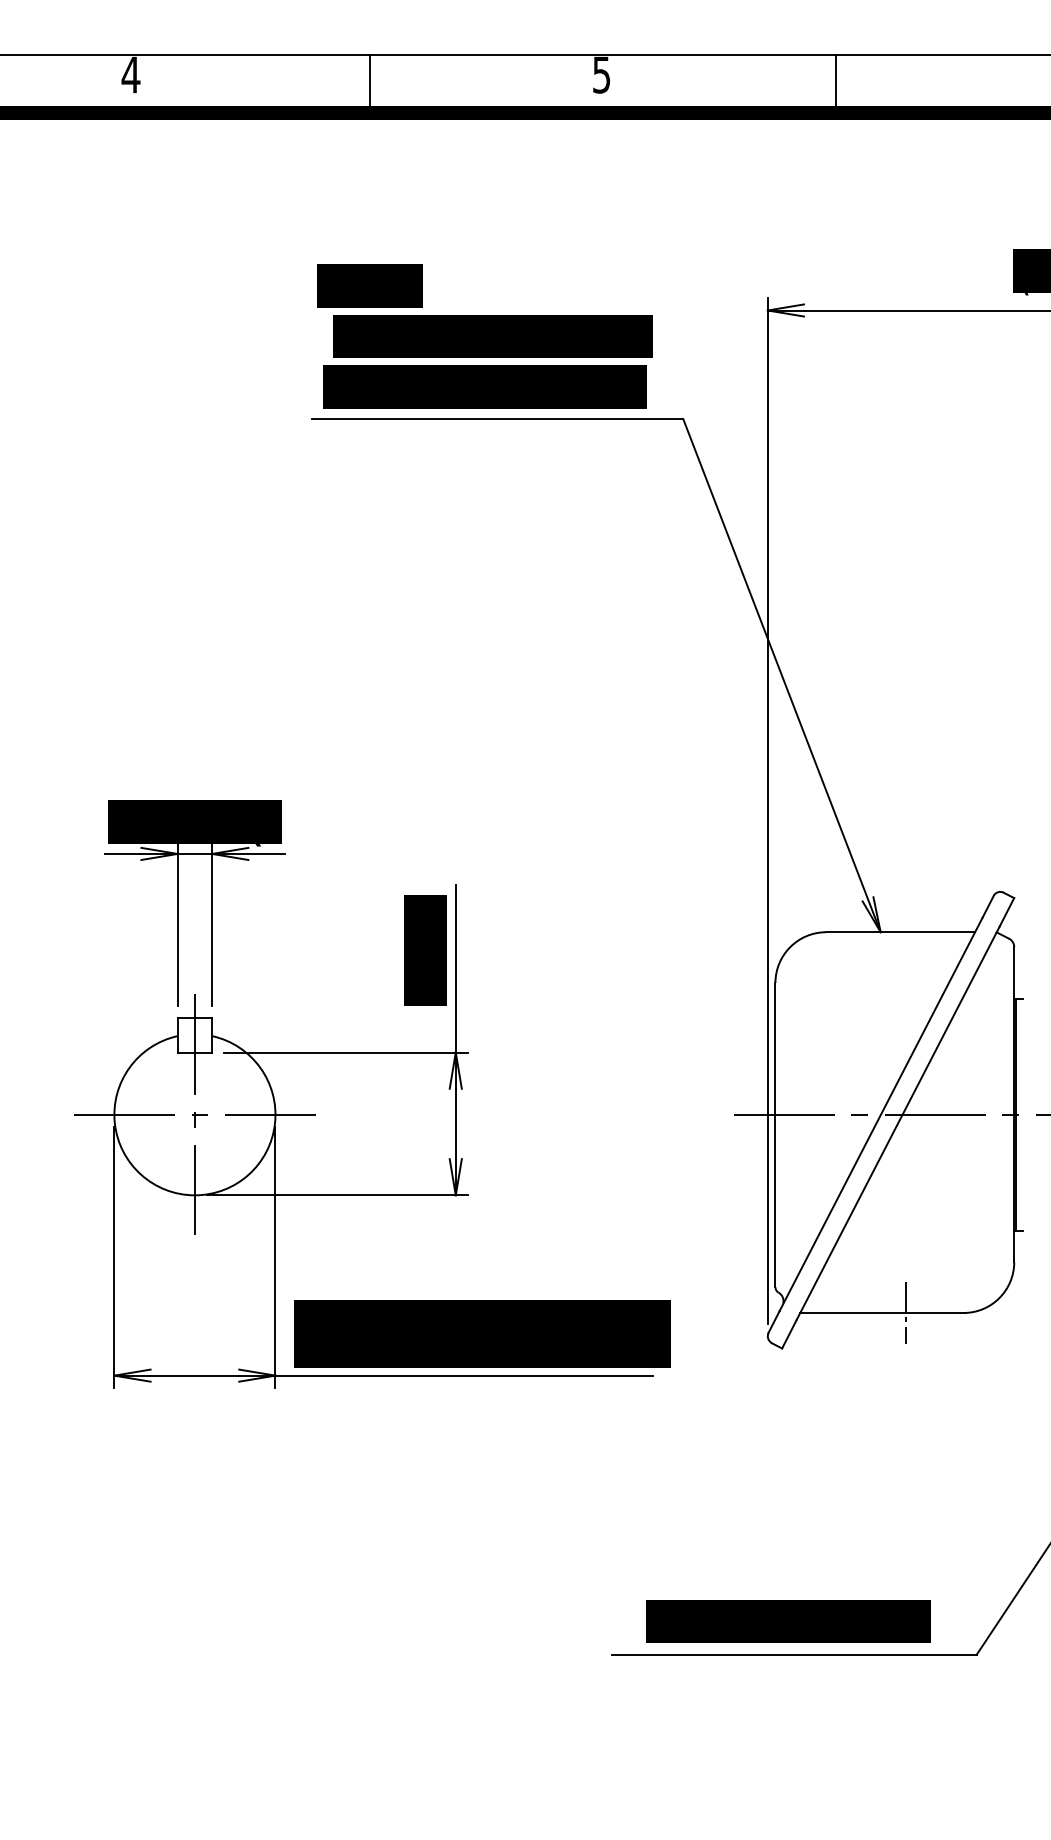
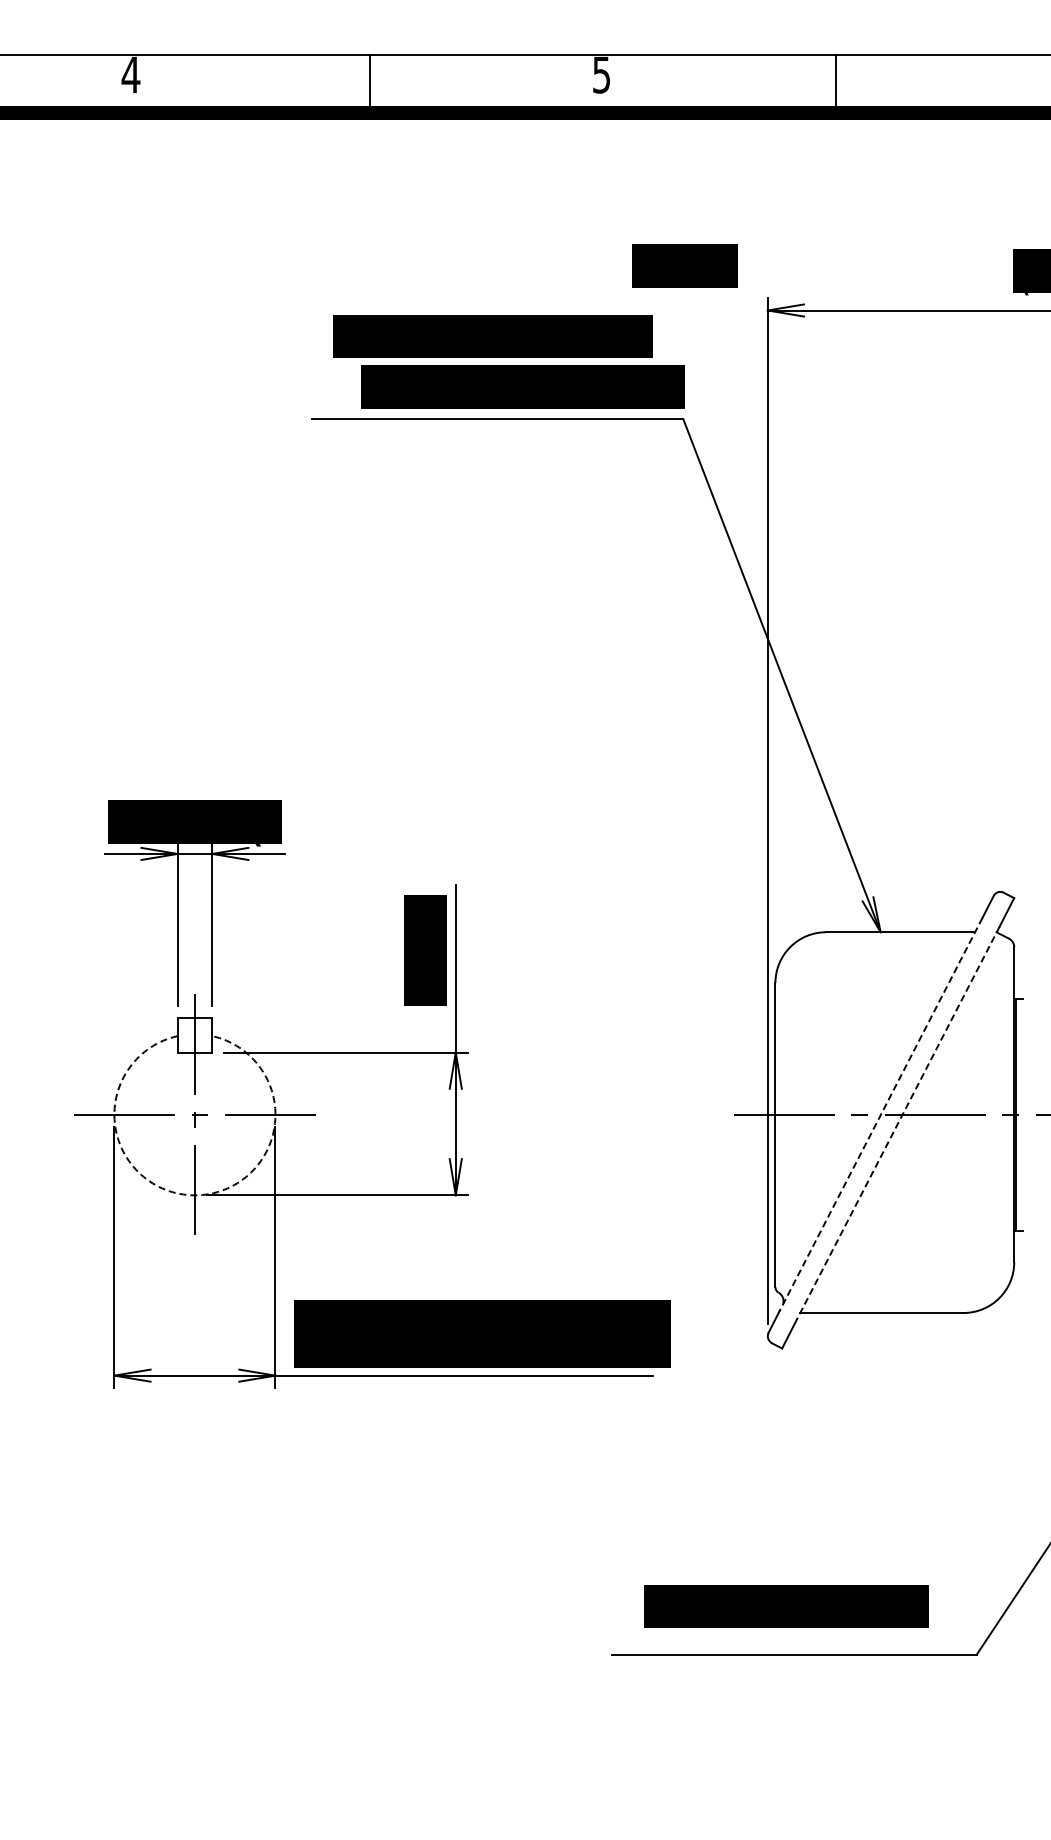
text at (369, 285) position: (369, 285) -> (684, 265)
text at (484, 386) position: (484, 386) -> (522, 386)
line at (880, 1114): solid -> dashed
line at (897, 1123): solid -> dashed
arc at (194, 1195): solid -> dashed
line at (905, 1312): present -> none
text at (788, 1621) position: (788, 1621) -> (786, 1606)
